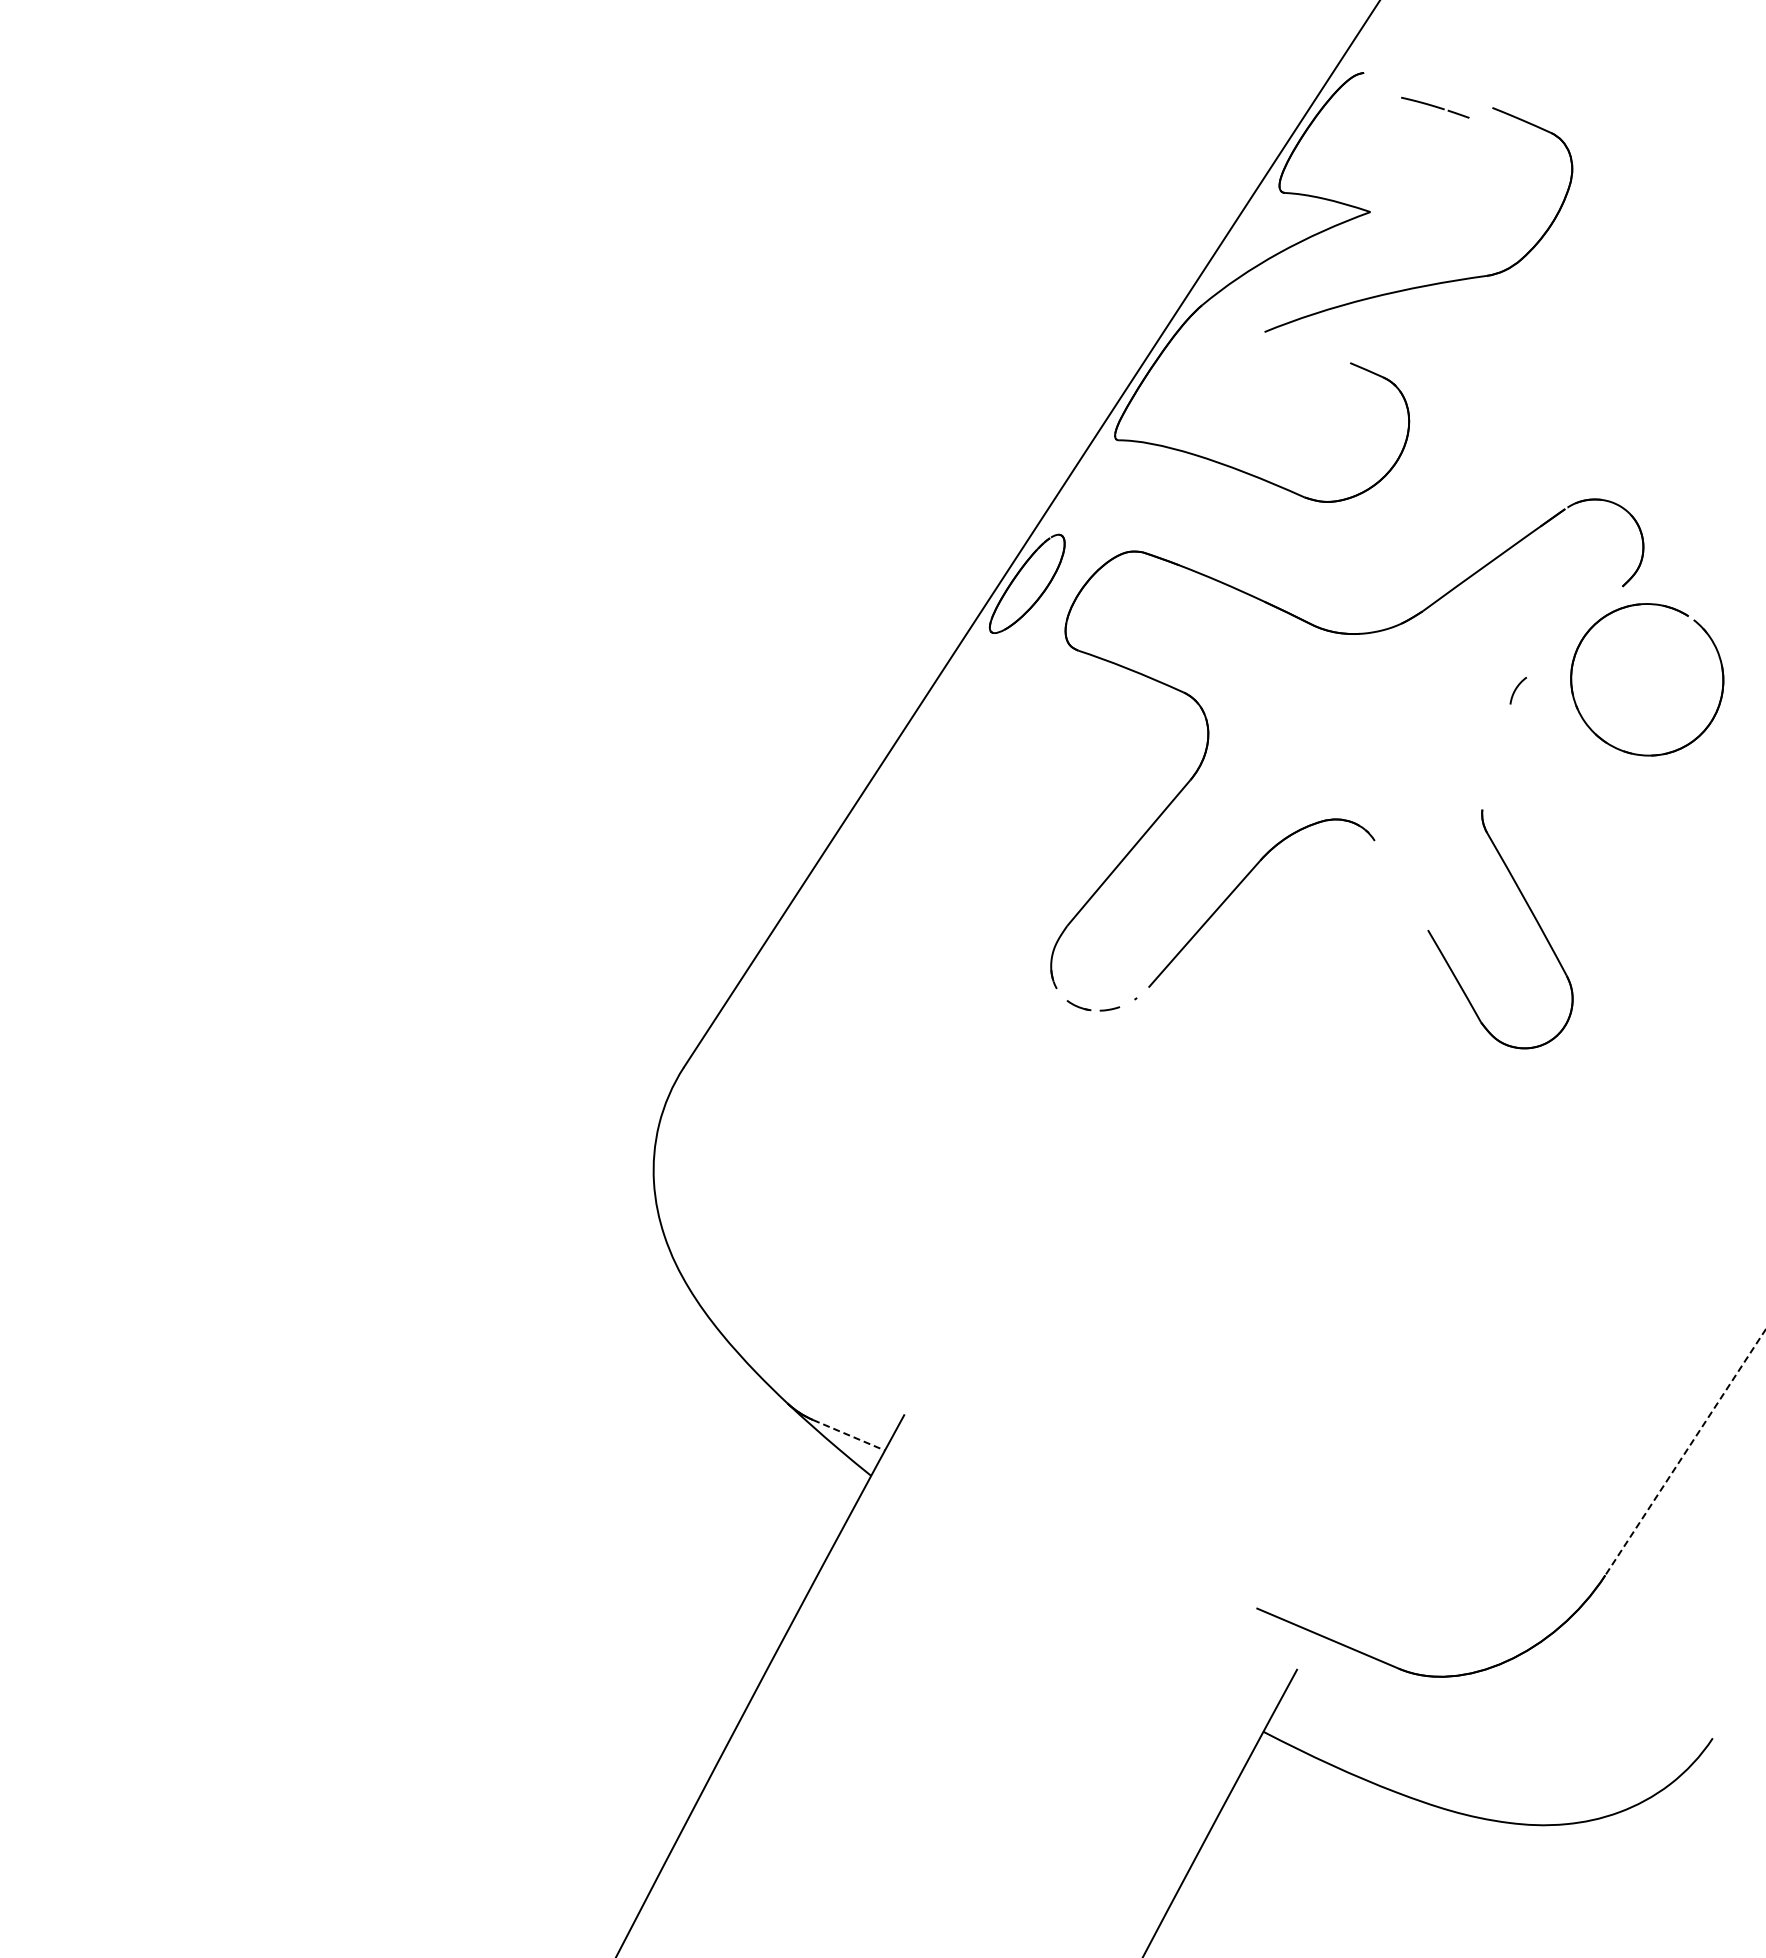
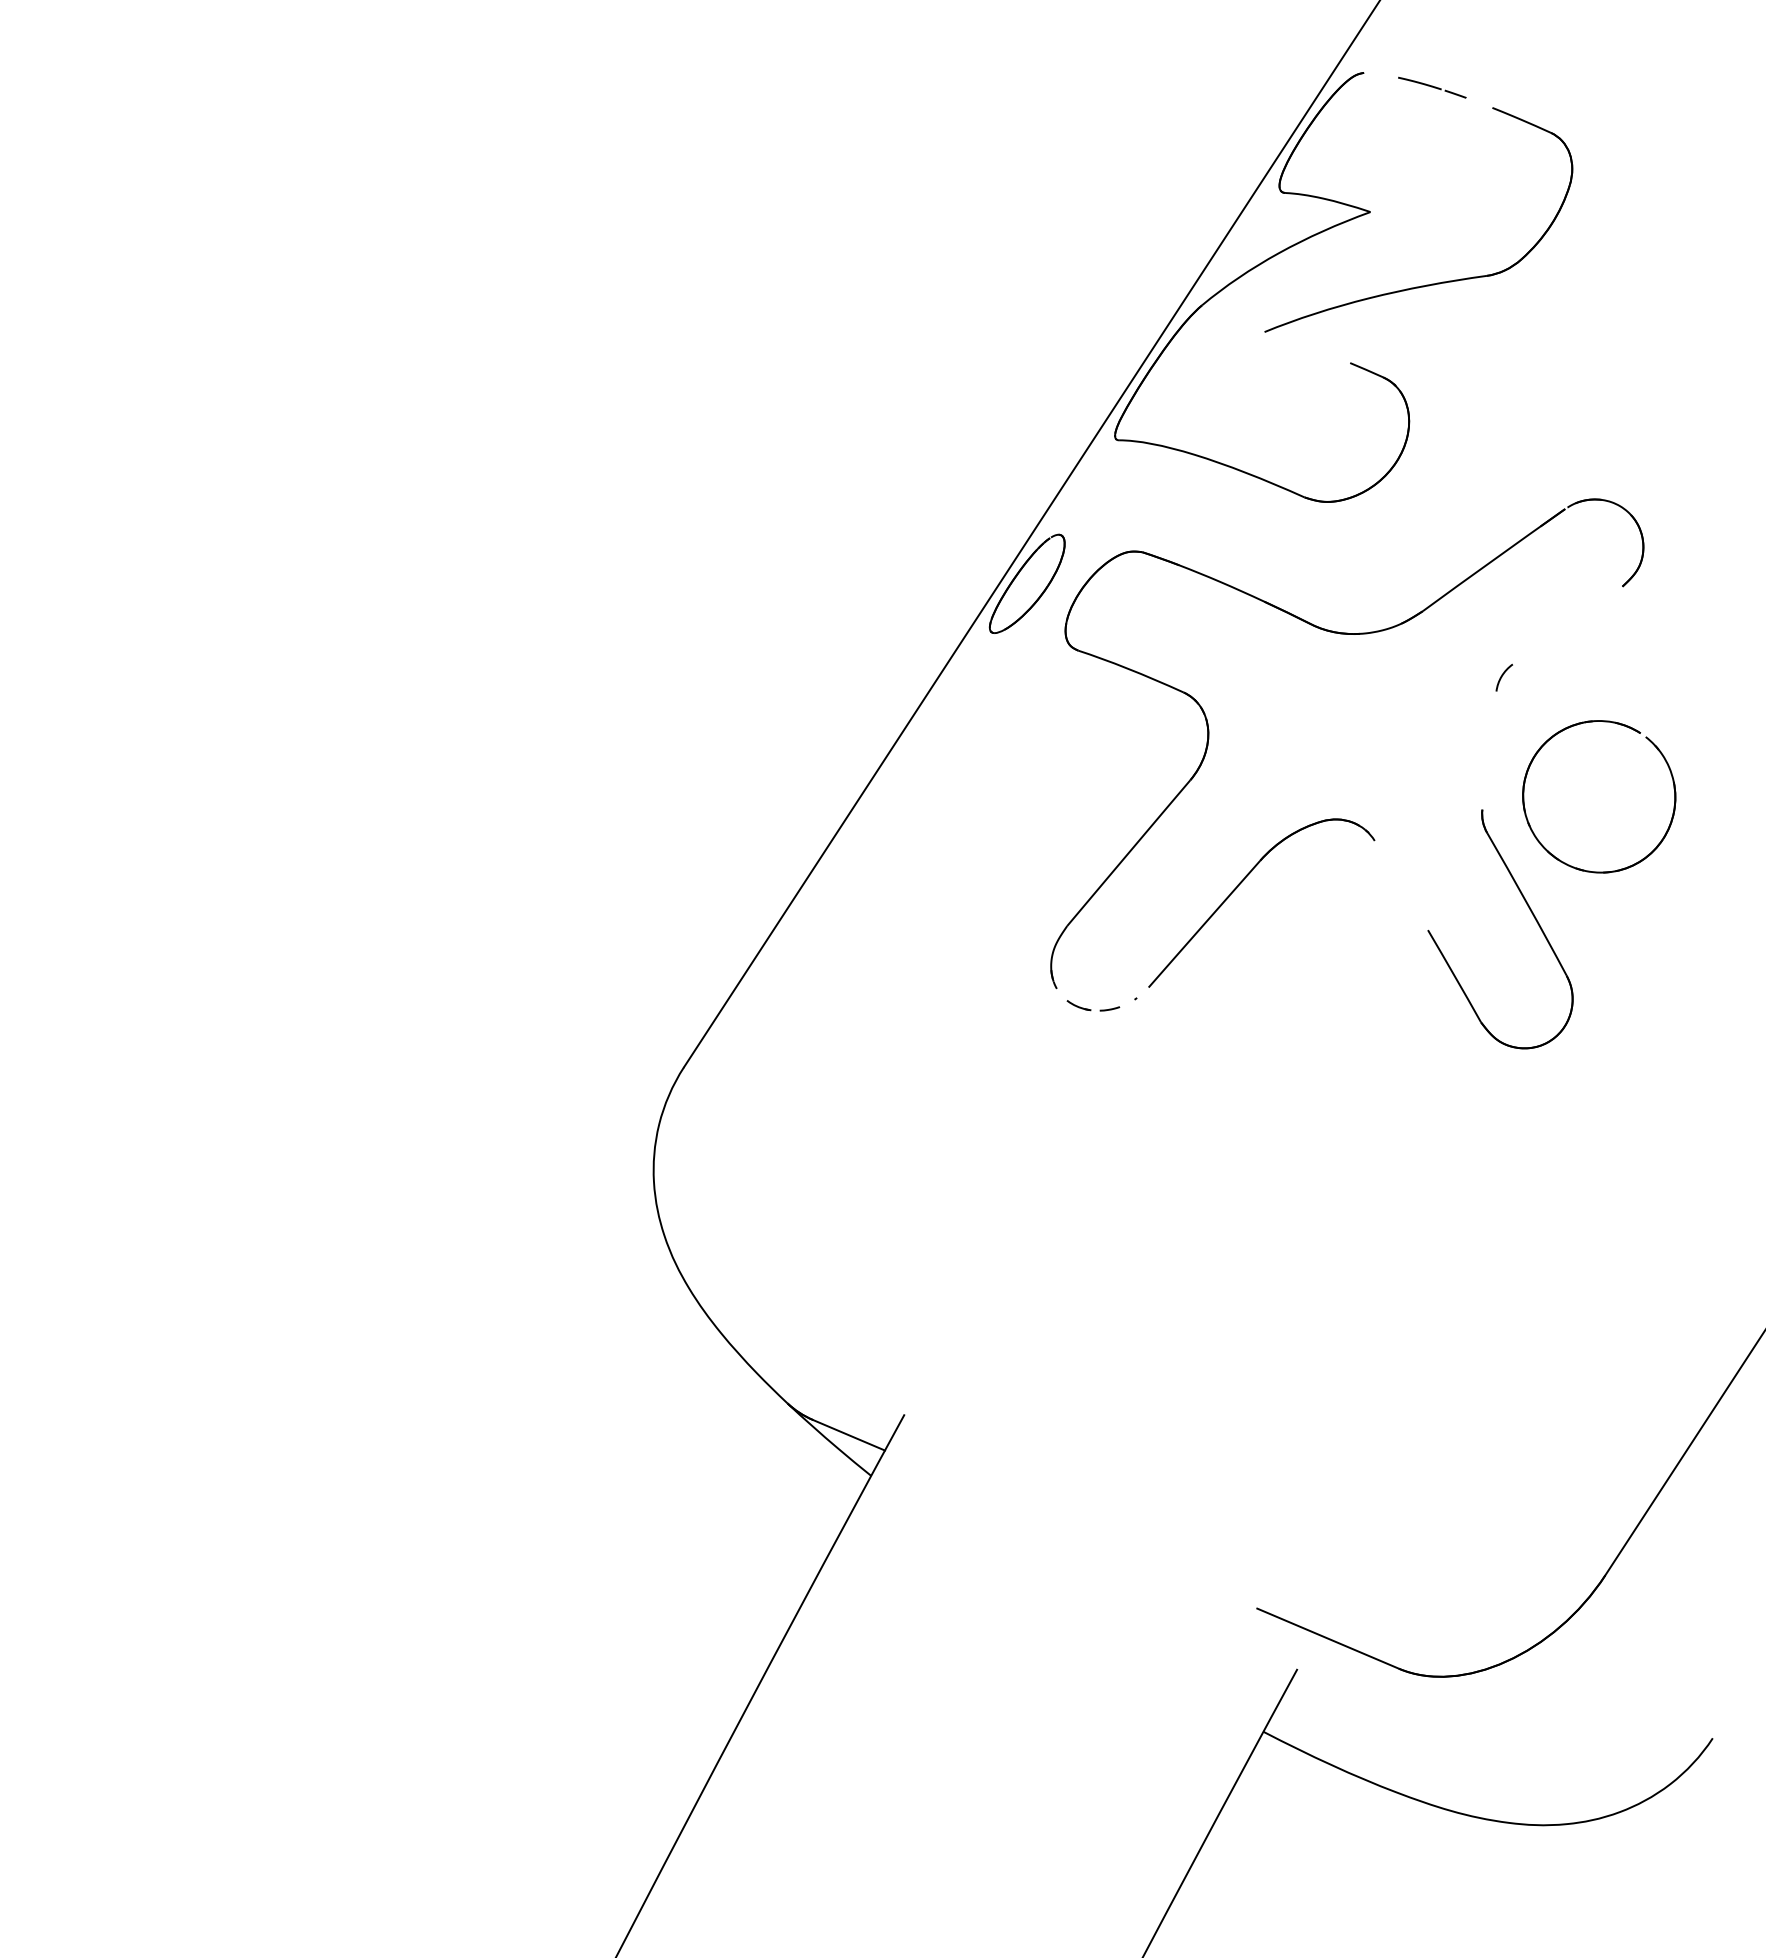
part at (1435, 107) position: (1435, 107) -> (1432, 87)
part at (1671, 609) position: (1671, 609) -> (1623, 726)
curve at (1516, 690) position: (1516, 690) -> (1502, 677)
line at (849, 1435): dashed -> solid
line at (1685, 1452): dashed -> solid
